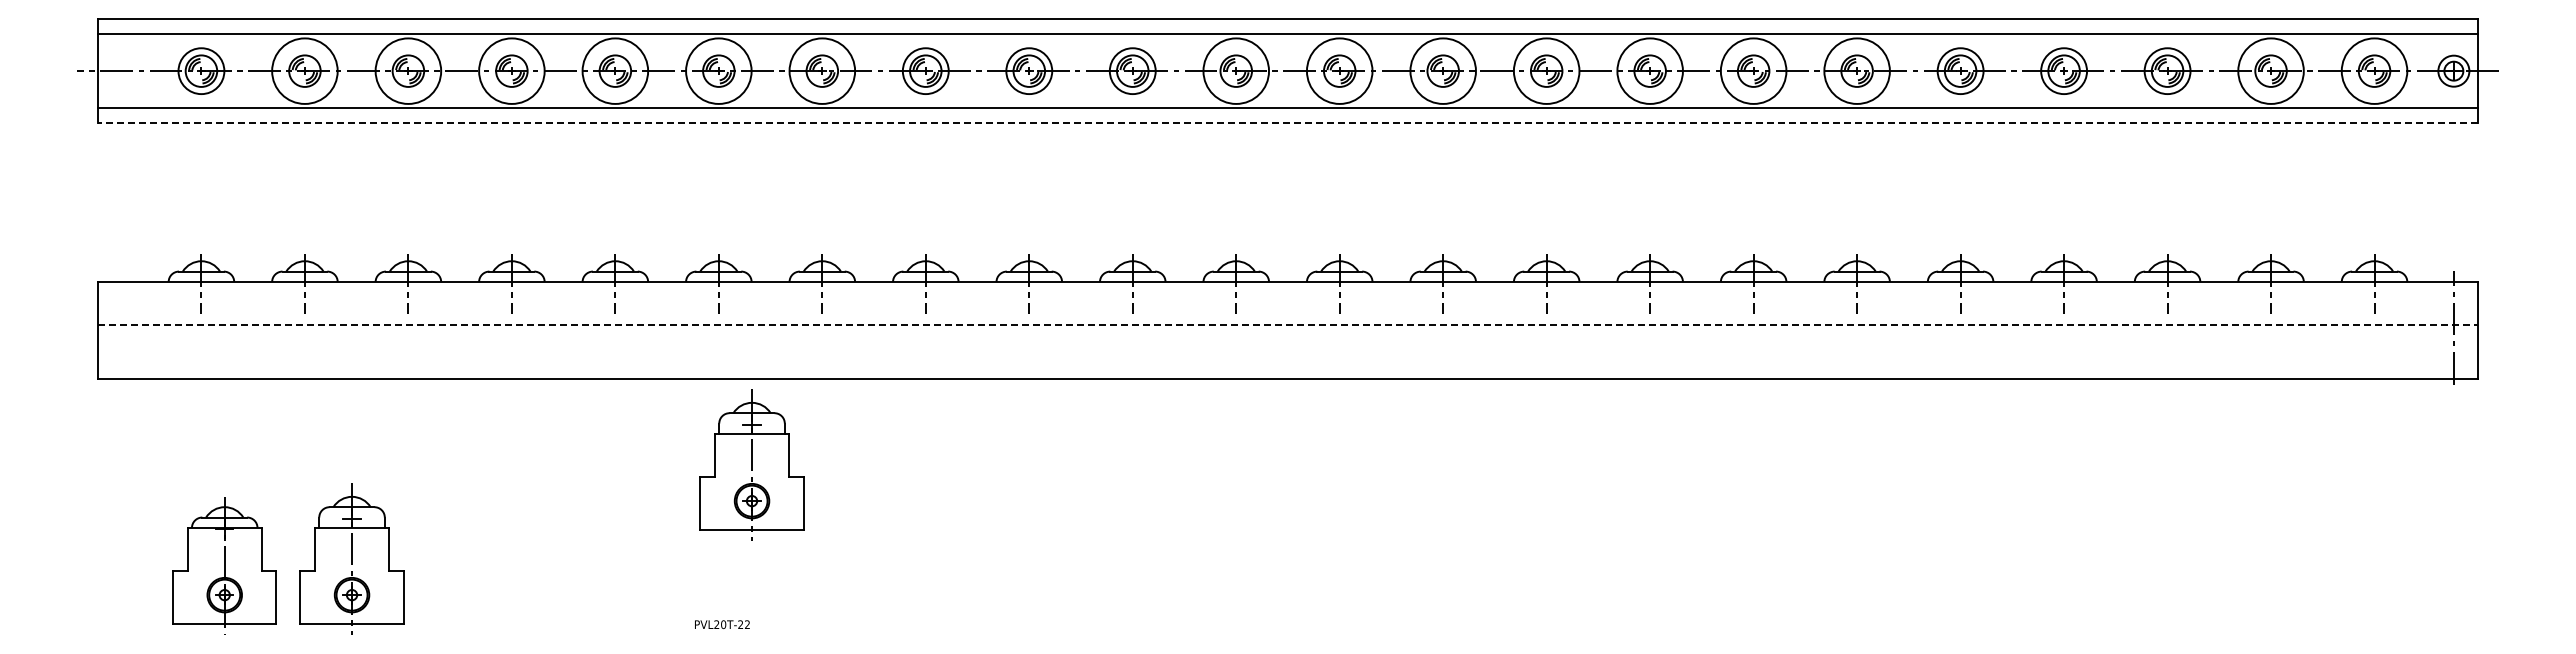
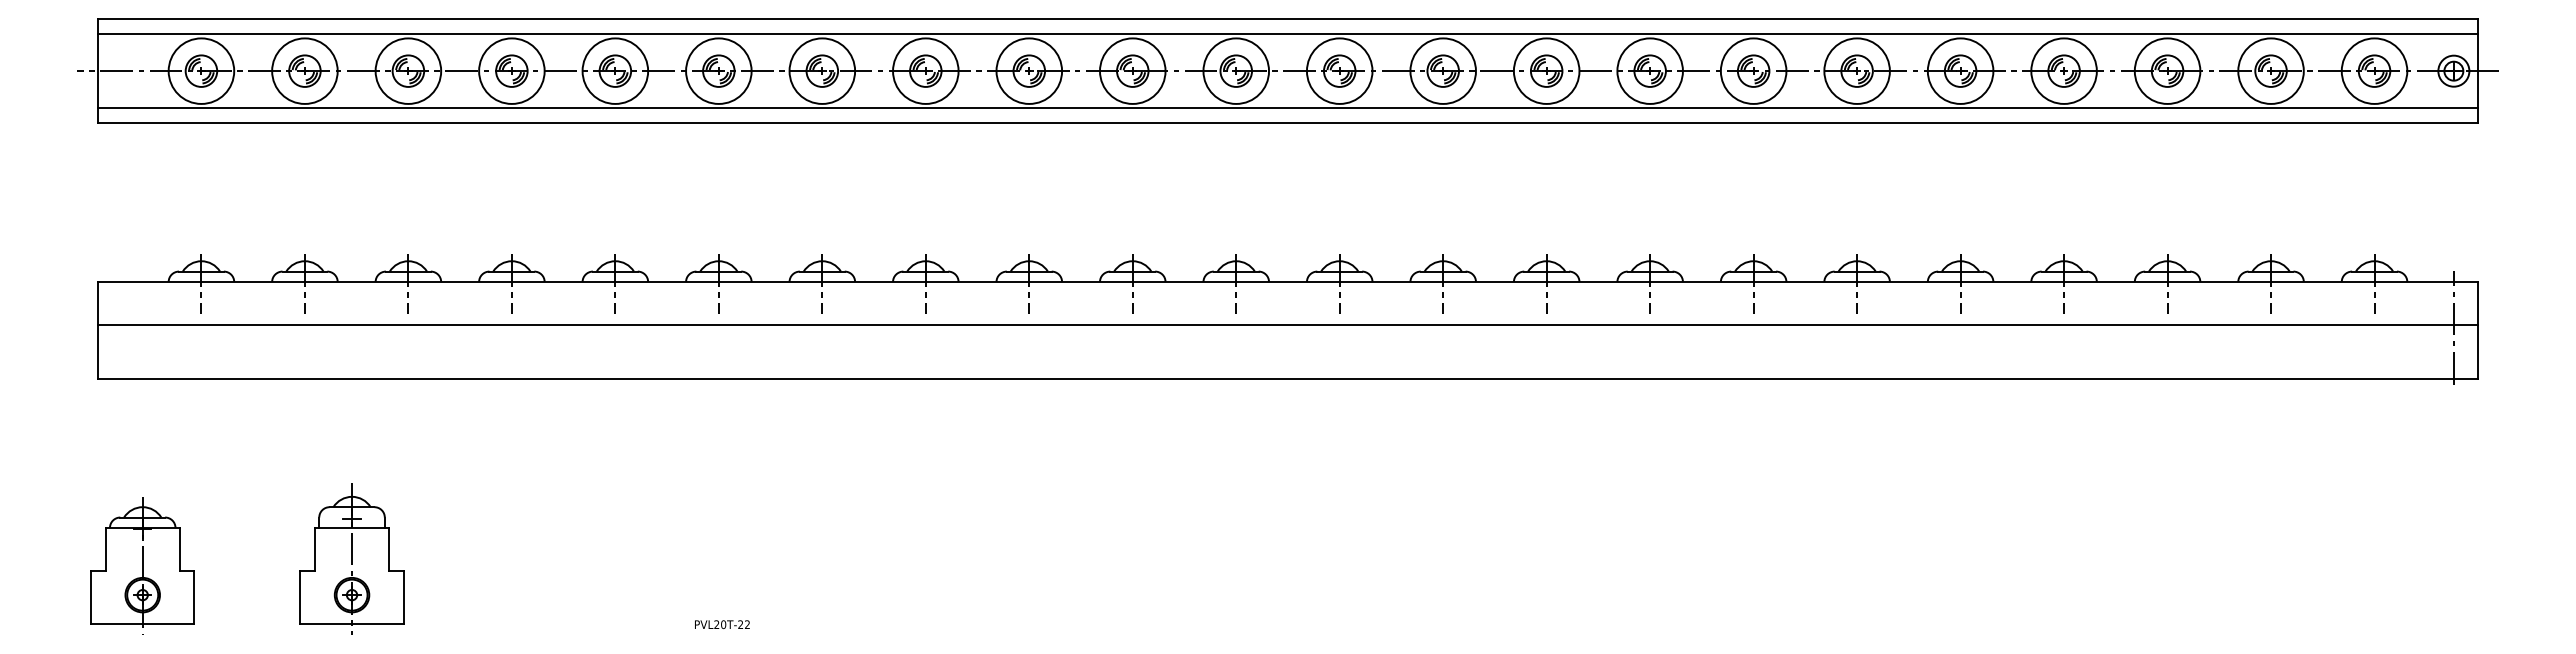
circle at (201, 71) diameter: 46 px -> 66 px
circle at (925, 71) diameter: 46 px -> 66 px
circle at (1029, 71) diameter: 46 px -> 66 px
circle at (1132, 71) diameter: 46 px -> 66 px
circle at (1960, 71) diameter: 46 px -> 66 px
circle at (2064, 71) diameter: 46 px -> 66 px
circle at (2167, 71) diameter: 46 px -> 66 px
line at (1287, 122): dashed -> solid
line at (1288, 325): dashed -> solid
part at (751, 464): present -> none
part at (224, 565) position: (224, 565) -> (142, 565)
